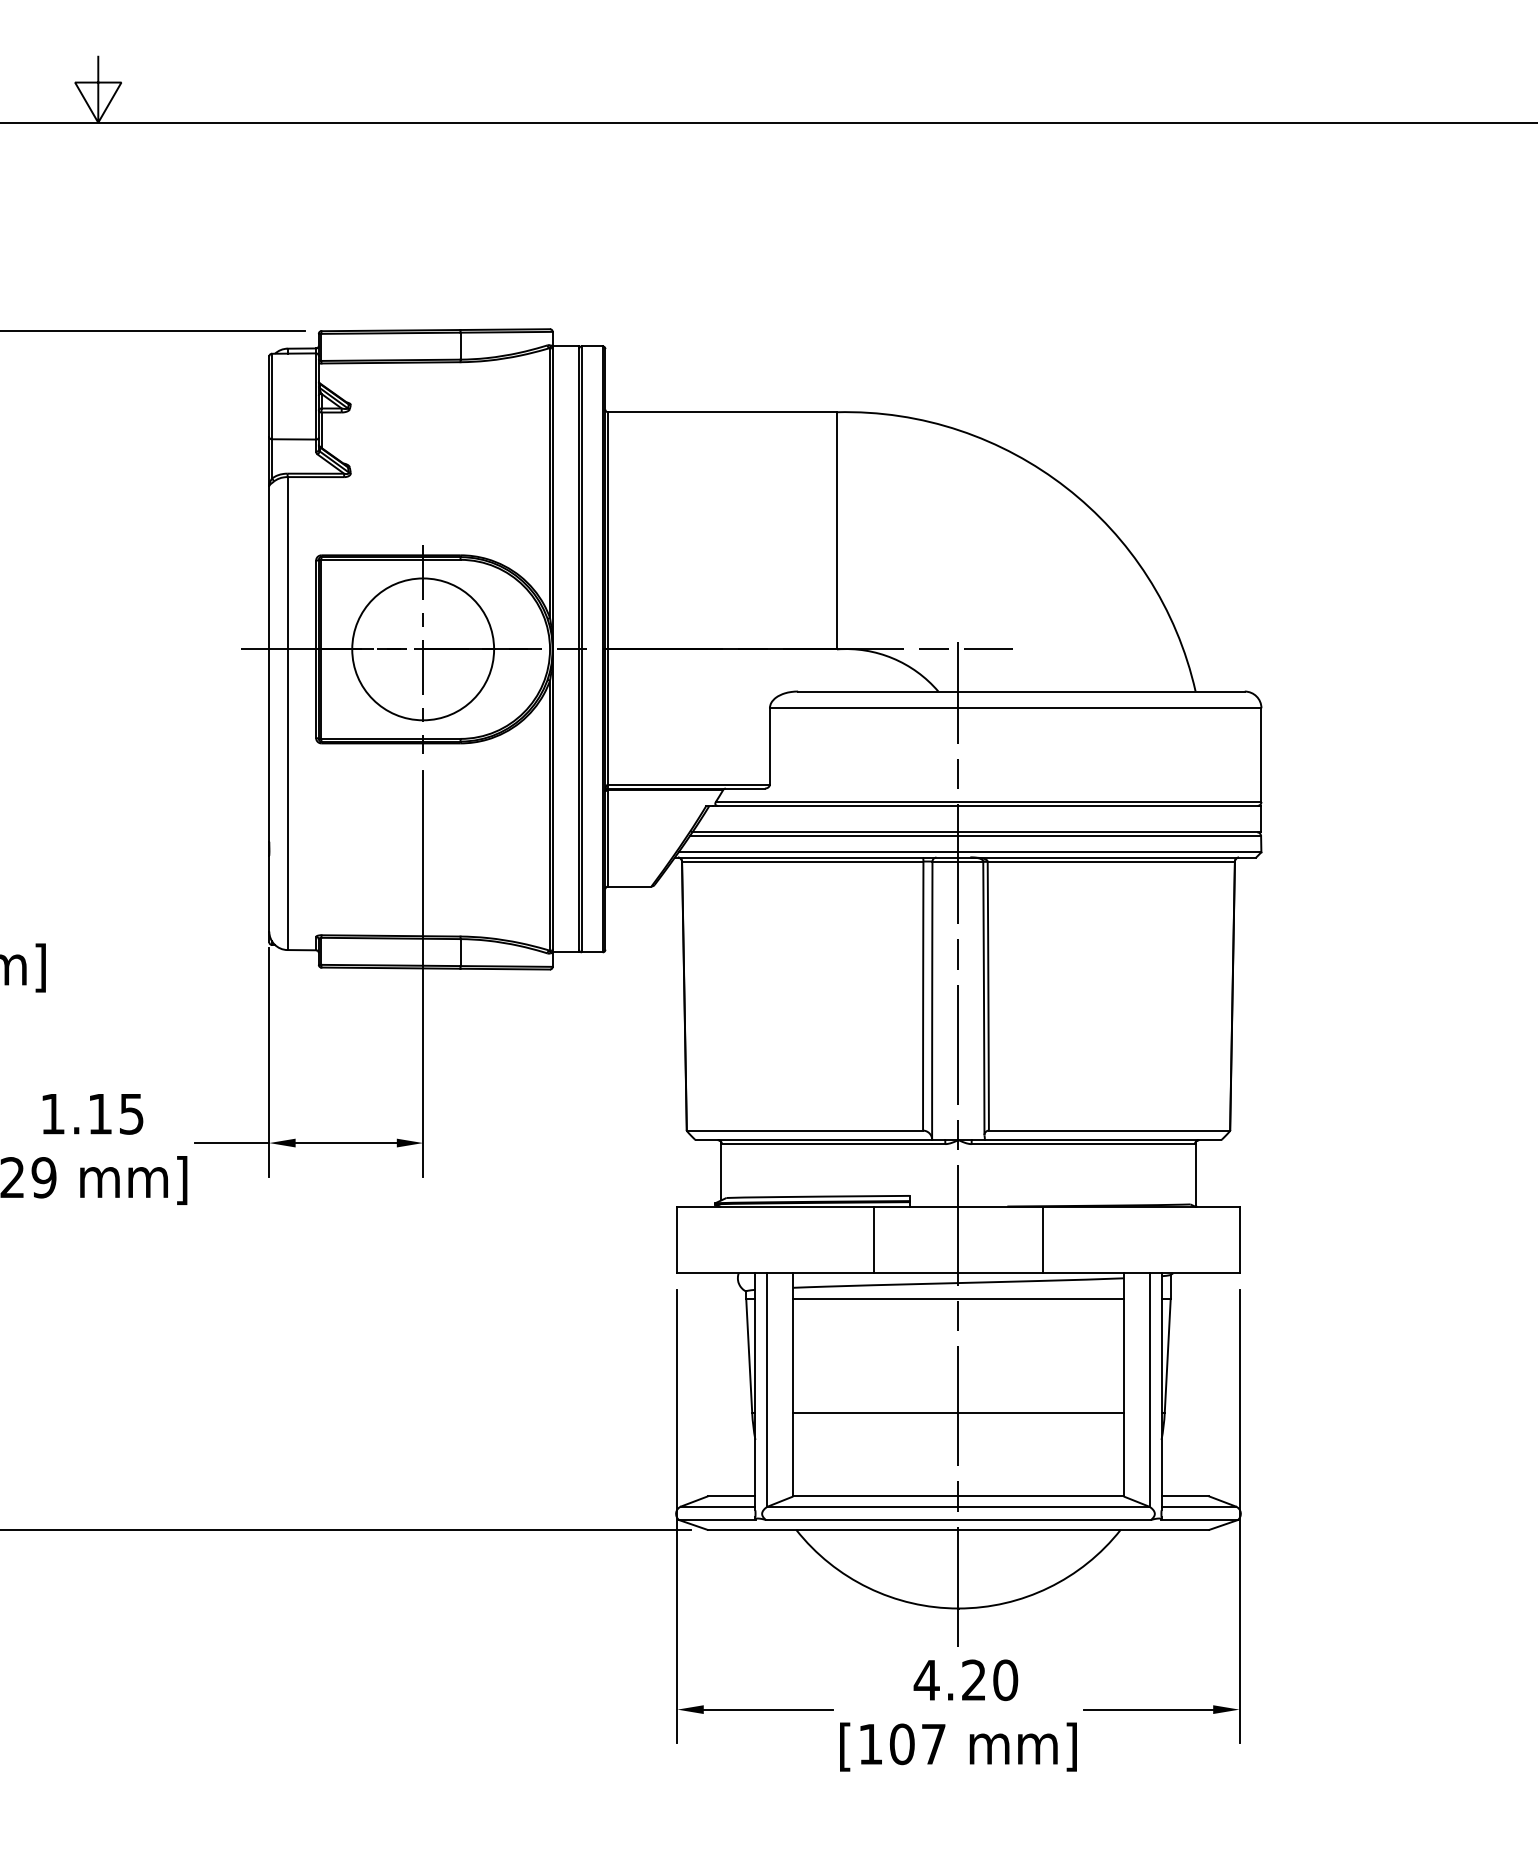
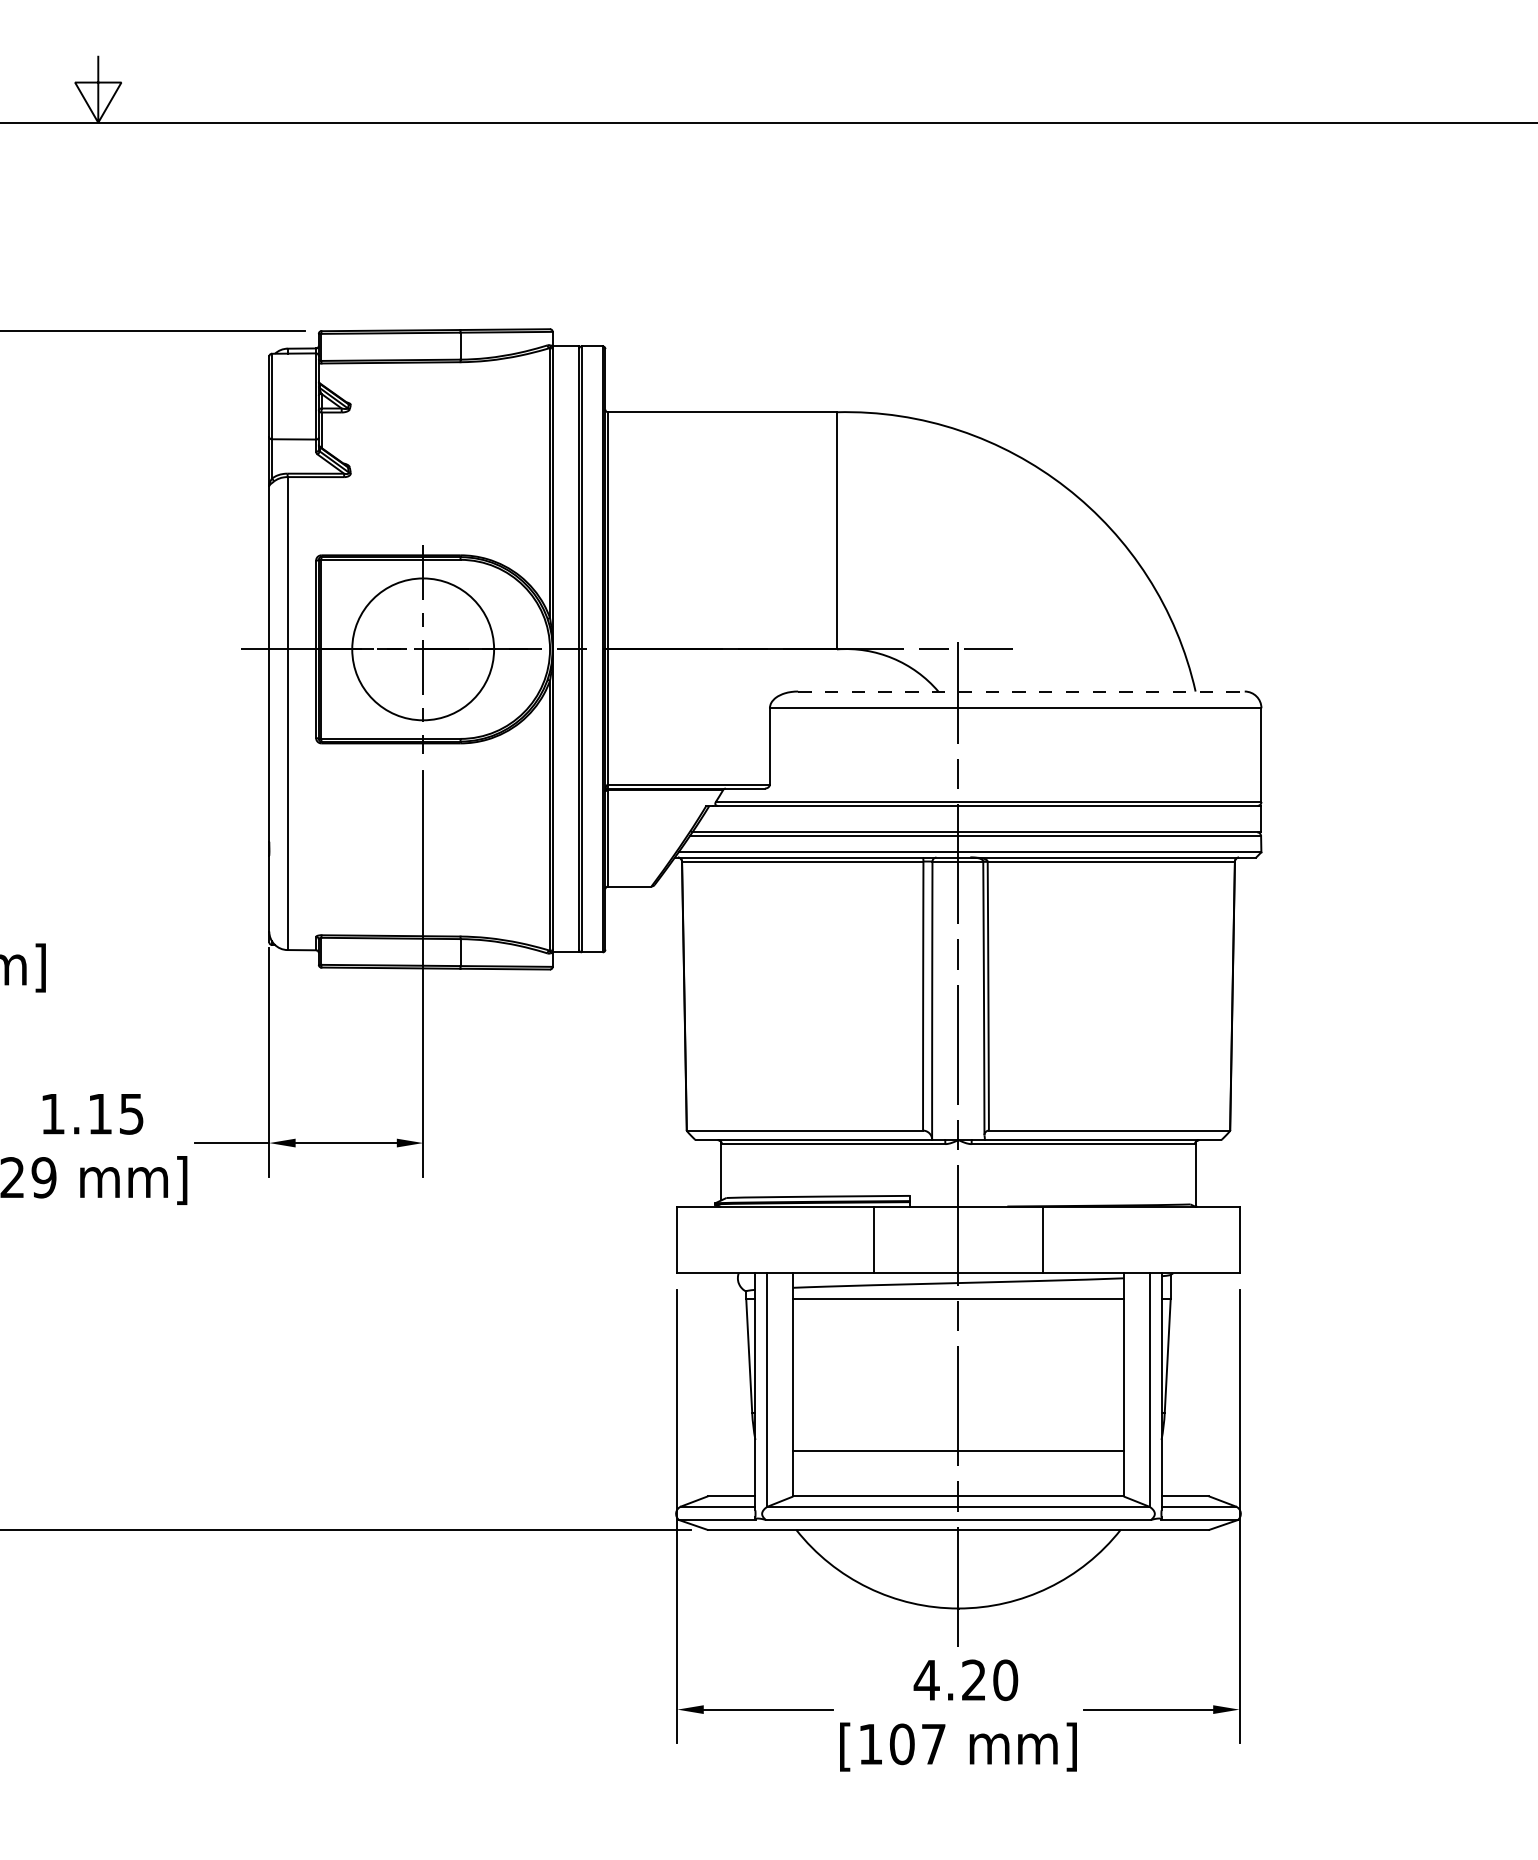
line at (1021, 691): solid -> dashed
line at (958, 1412) position: (958, 1412) -> (958, 1450)
